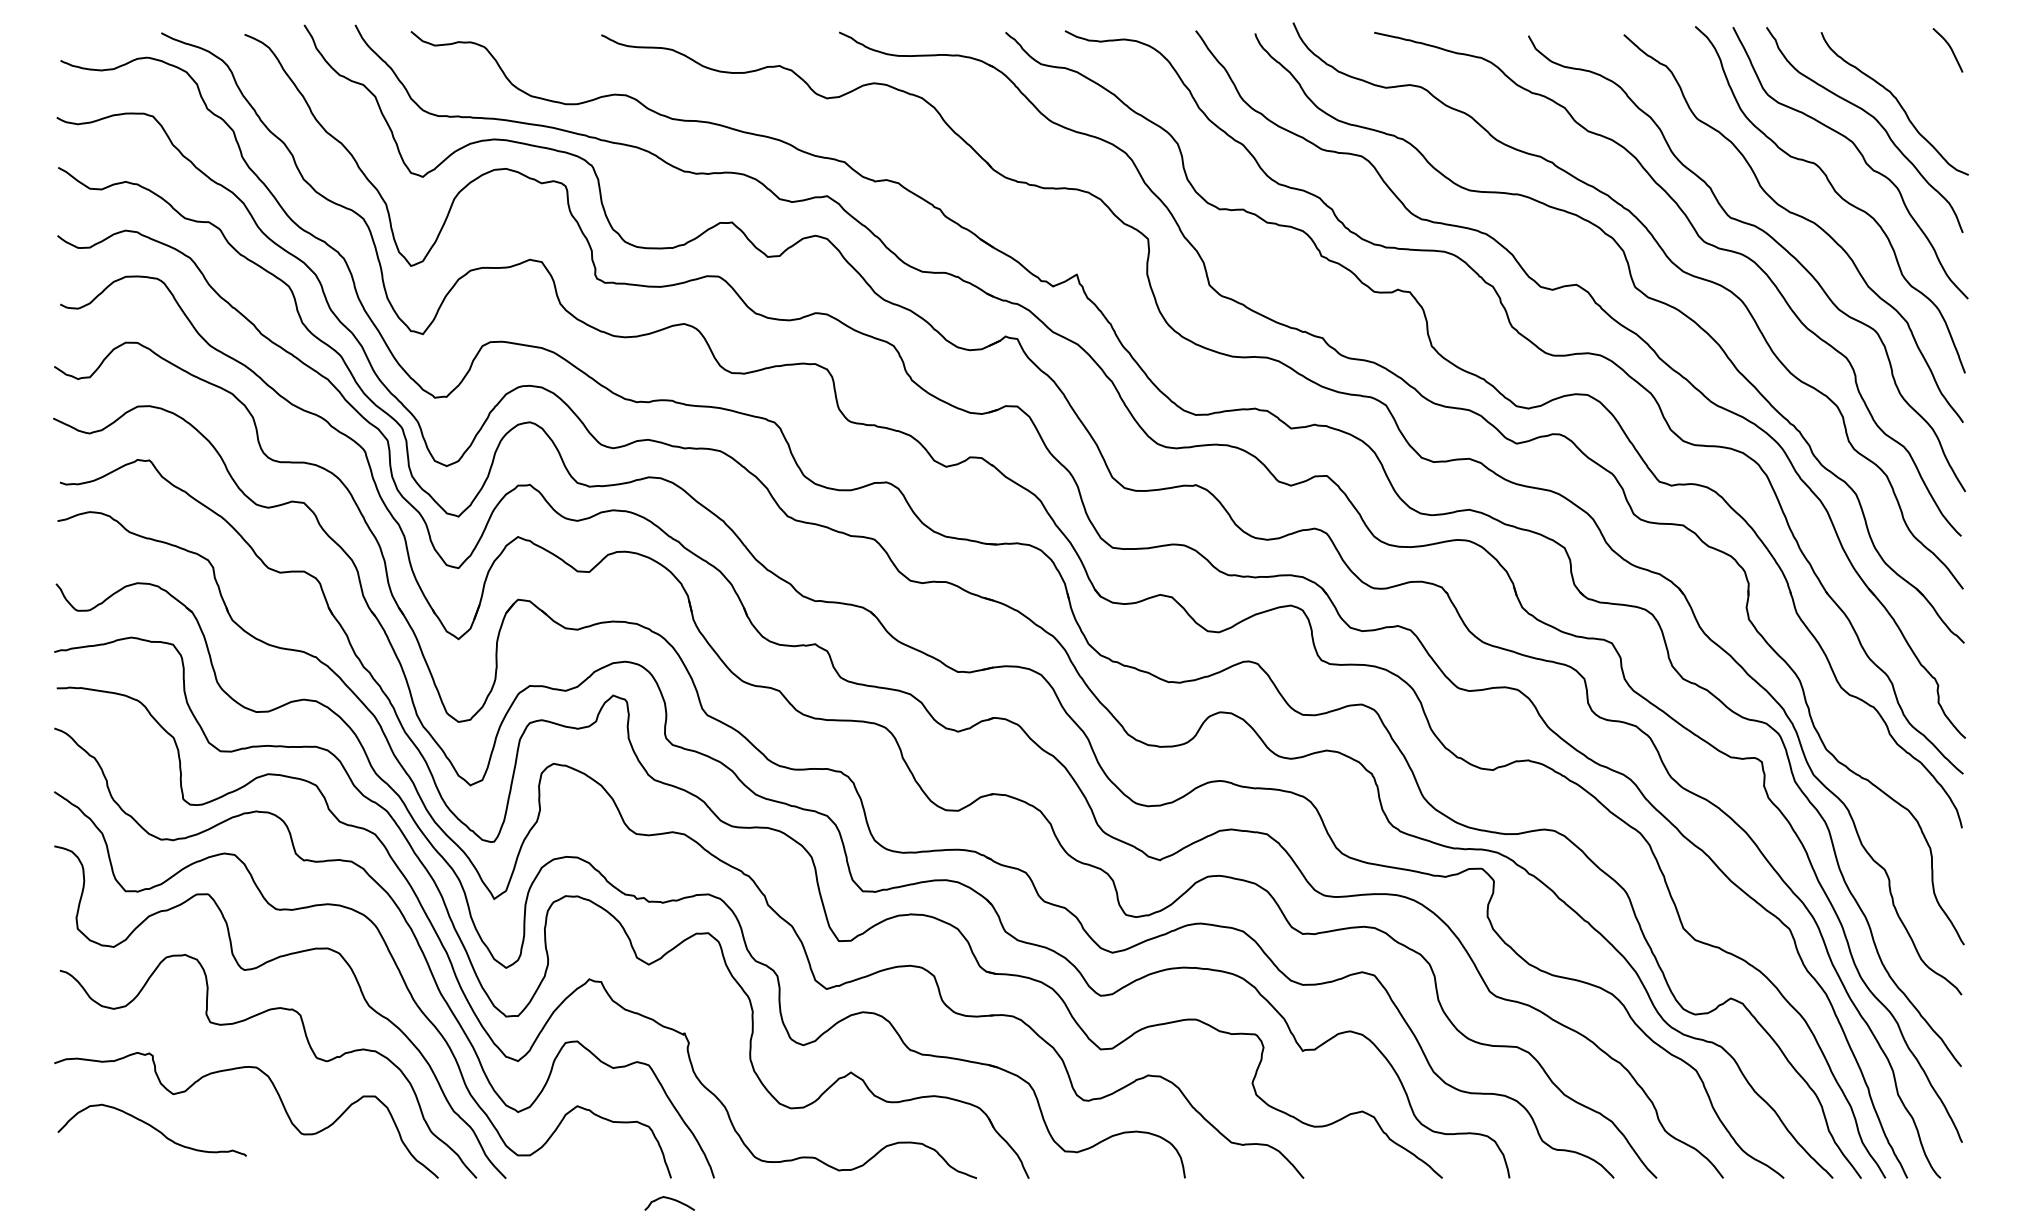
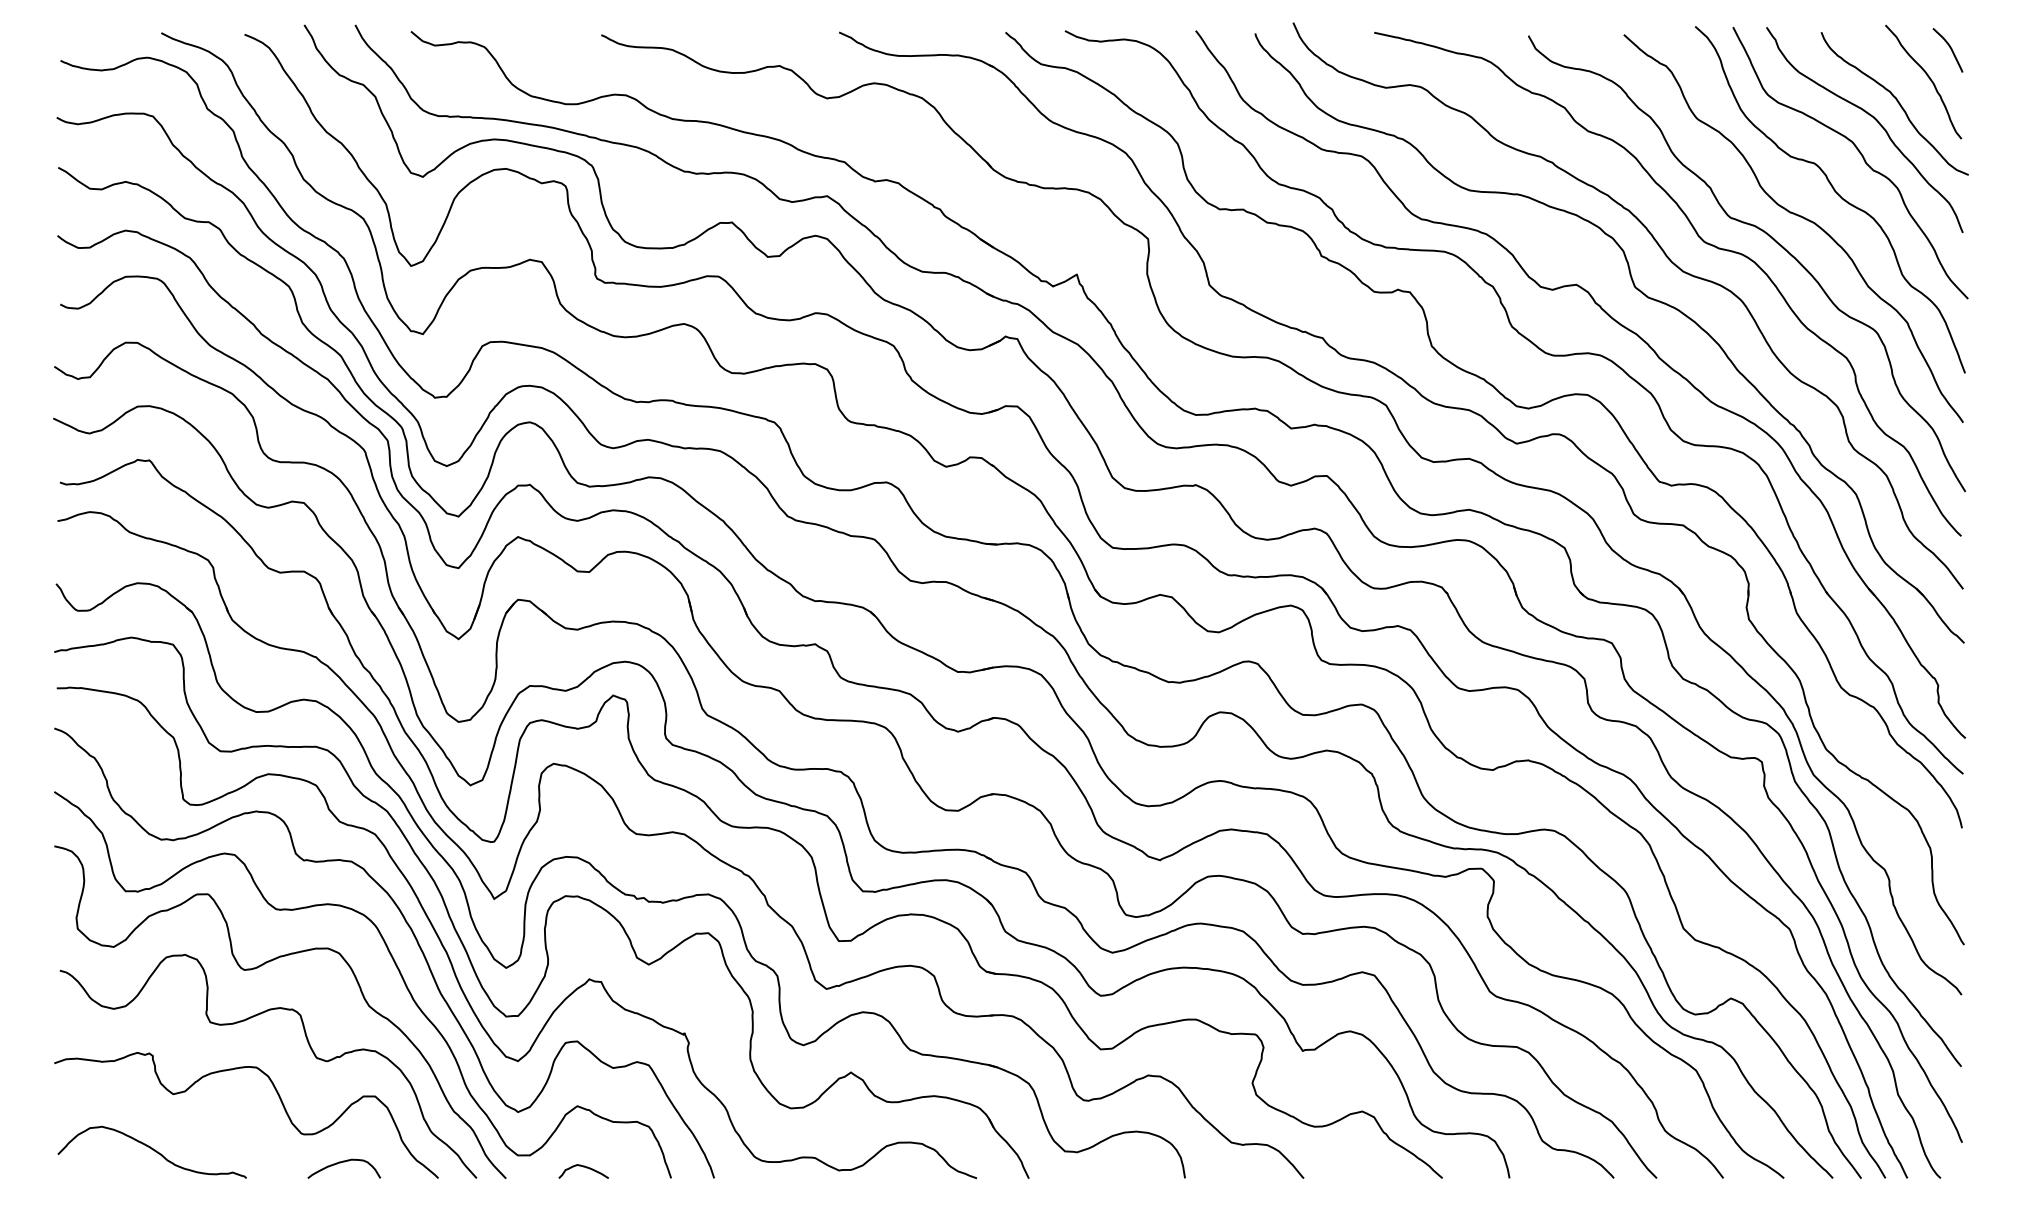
curve at (1928, 78): none -> present
curve at (152, 1128) position: (152, 1128) -> (152, 1150)
curve at (344, 1162): none -> present
curve at (669, 1199) position: (669, 1199) -> (583, 1167)
